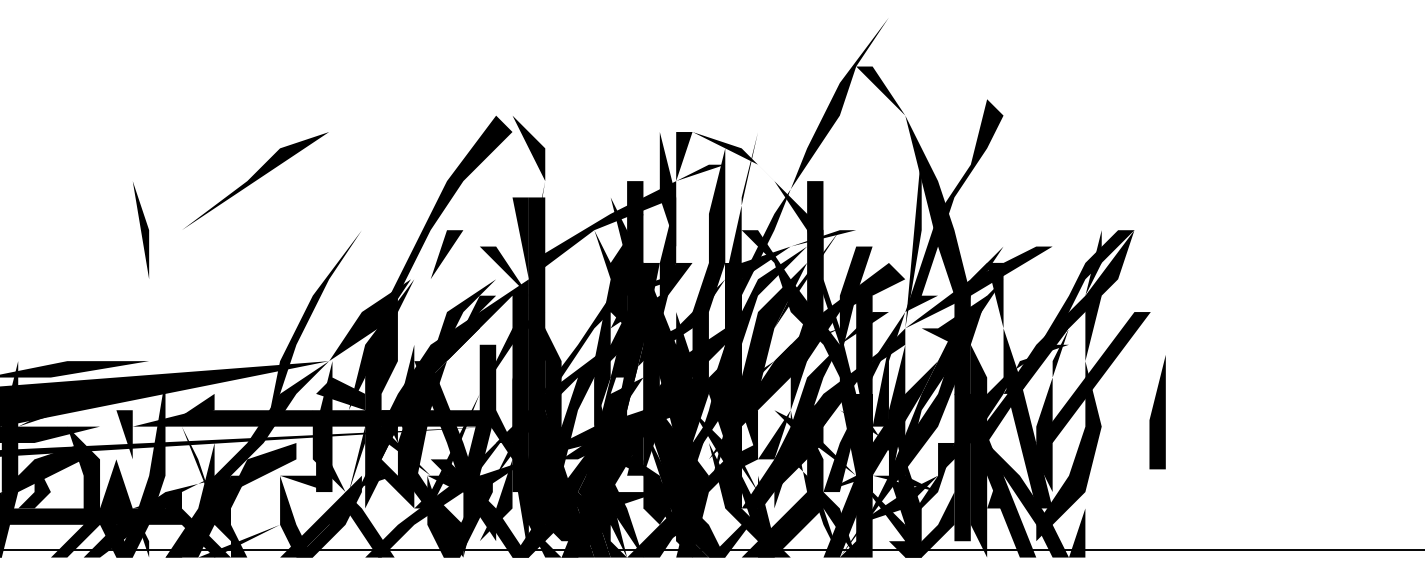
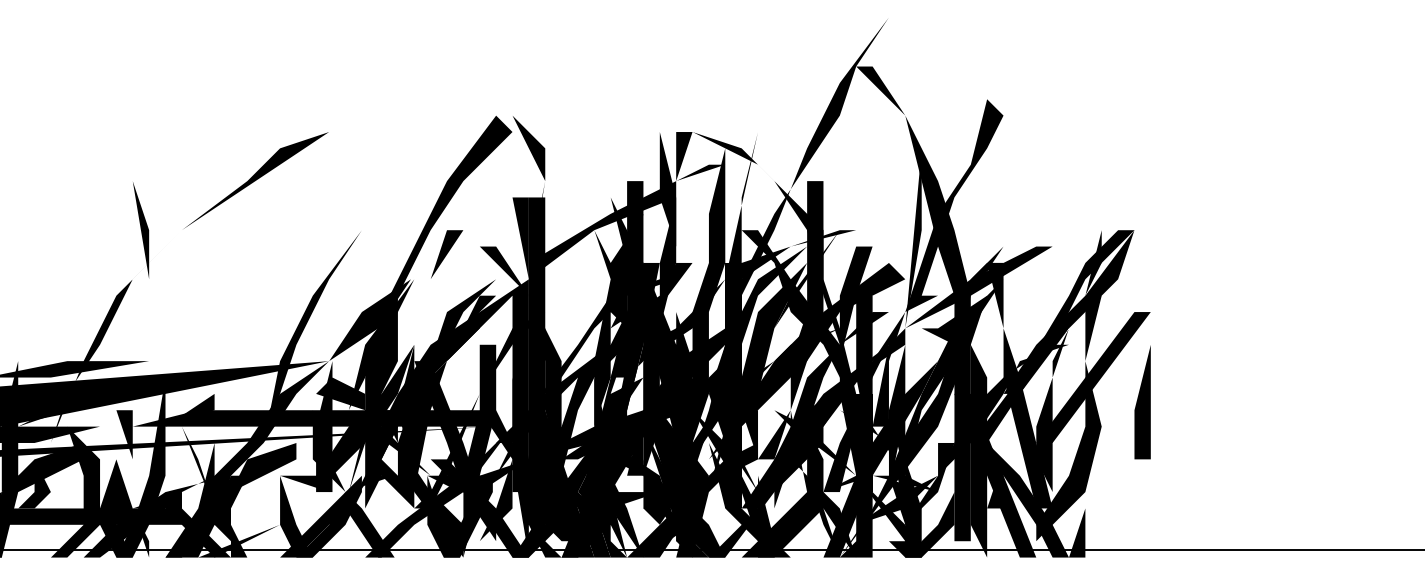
fill at (115, 336): none -> present
fill at (365, 409): none -> present
part at (1157, 412) position: (1157, 412) -> (1142, 402)
